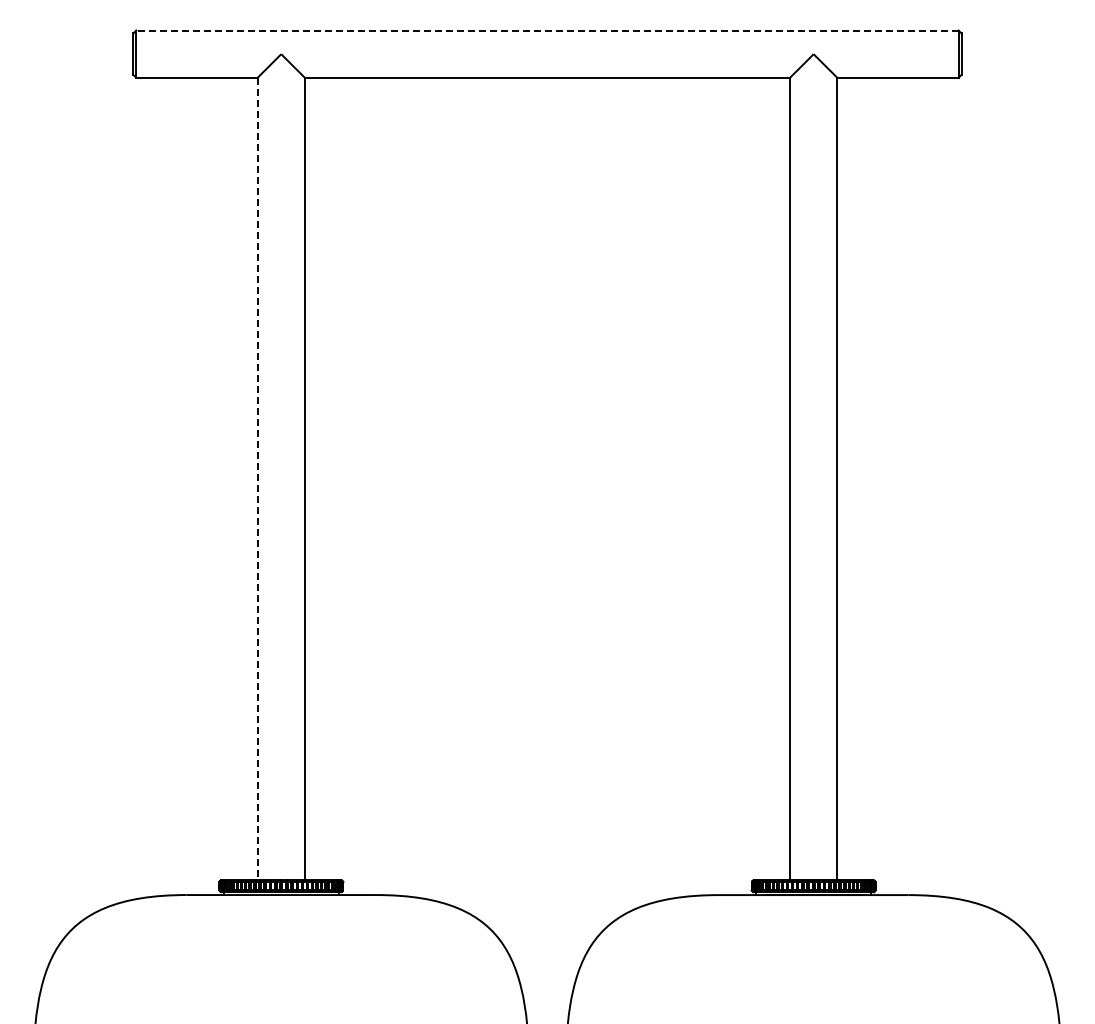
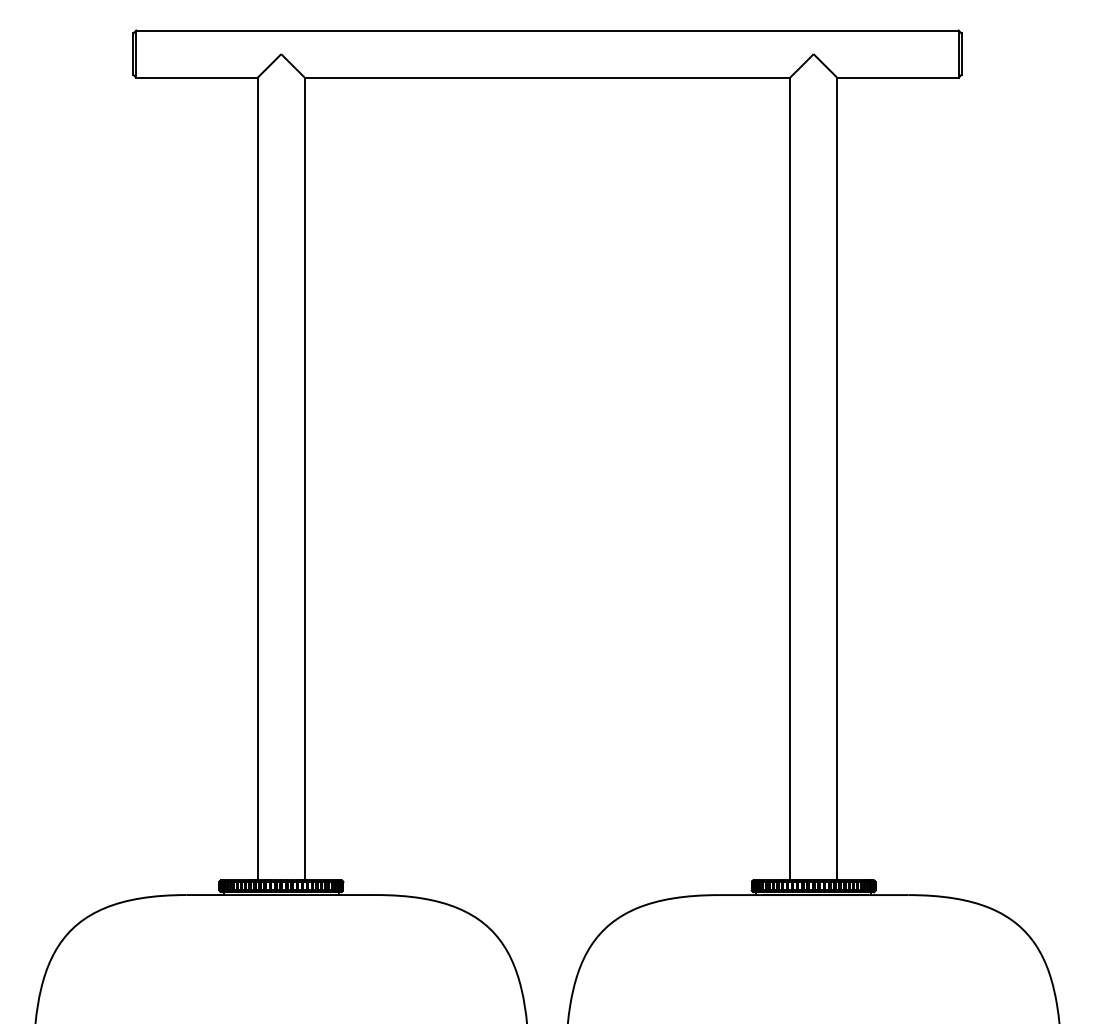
line at (546, 30): dashed -> solid
line at (257, 479): dashed -> solid
